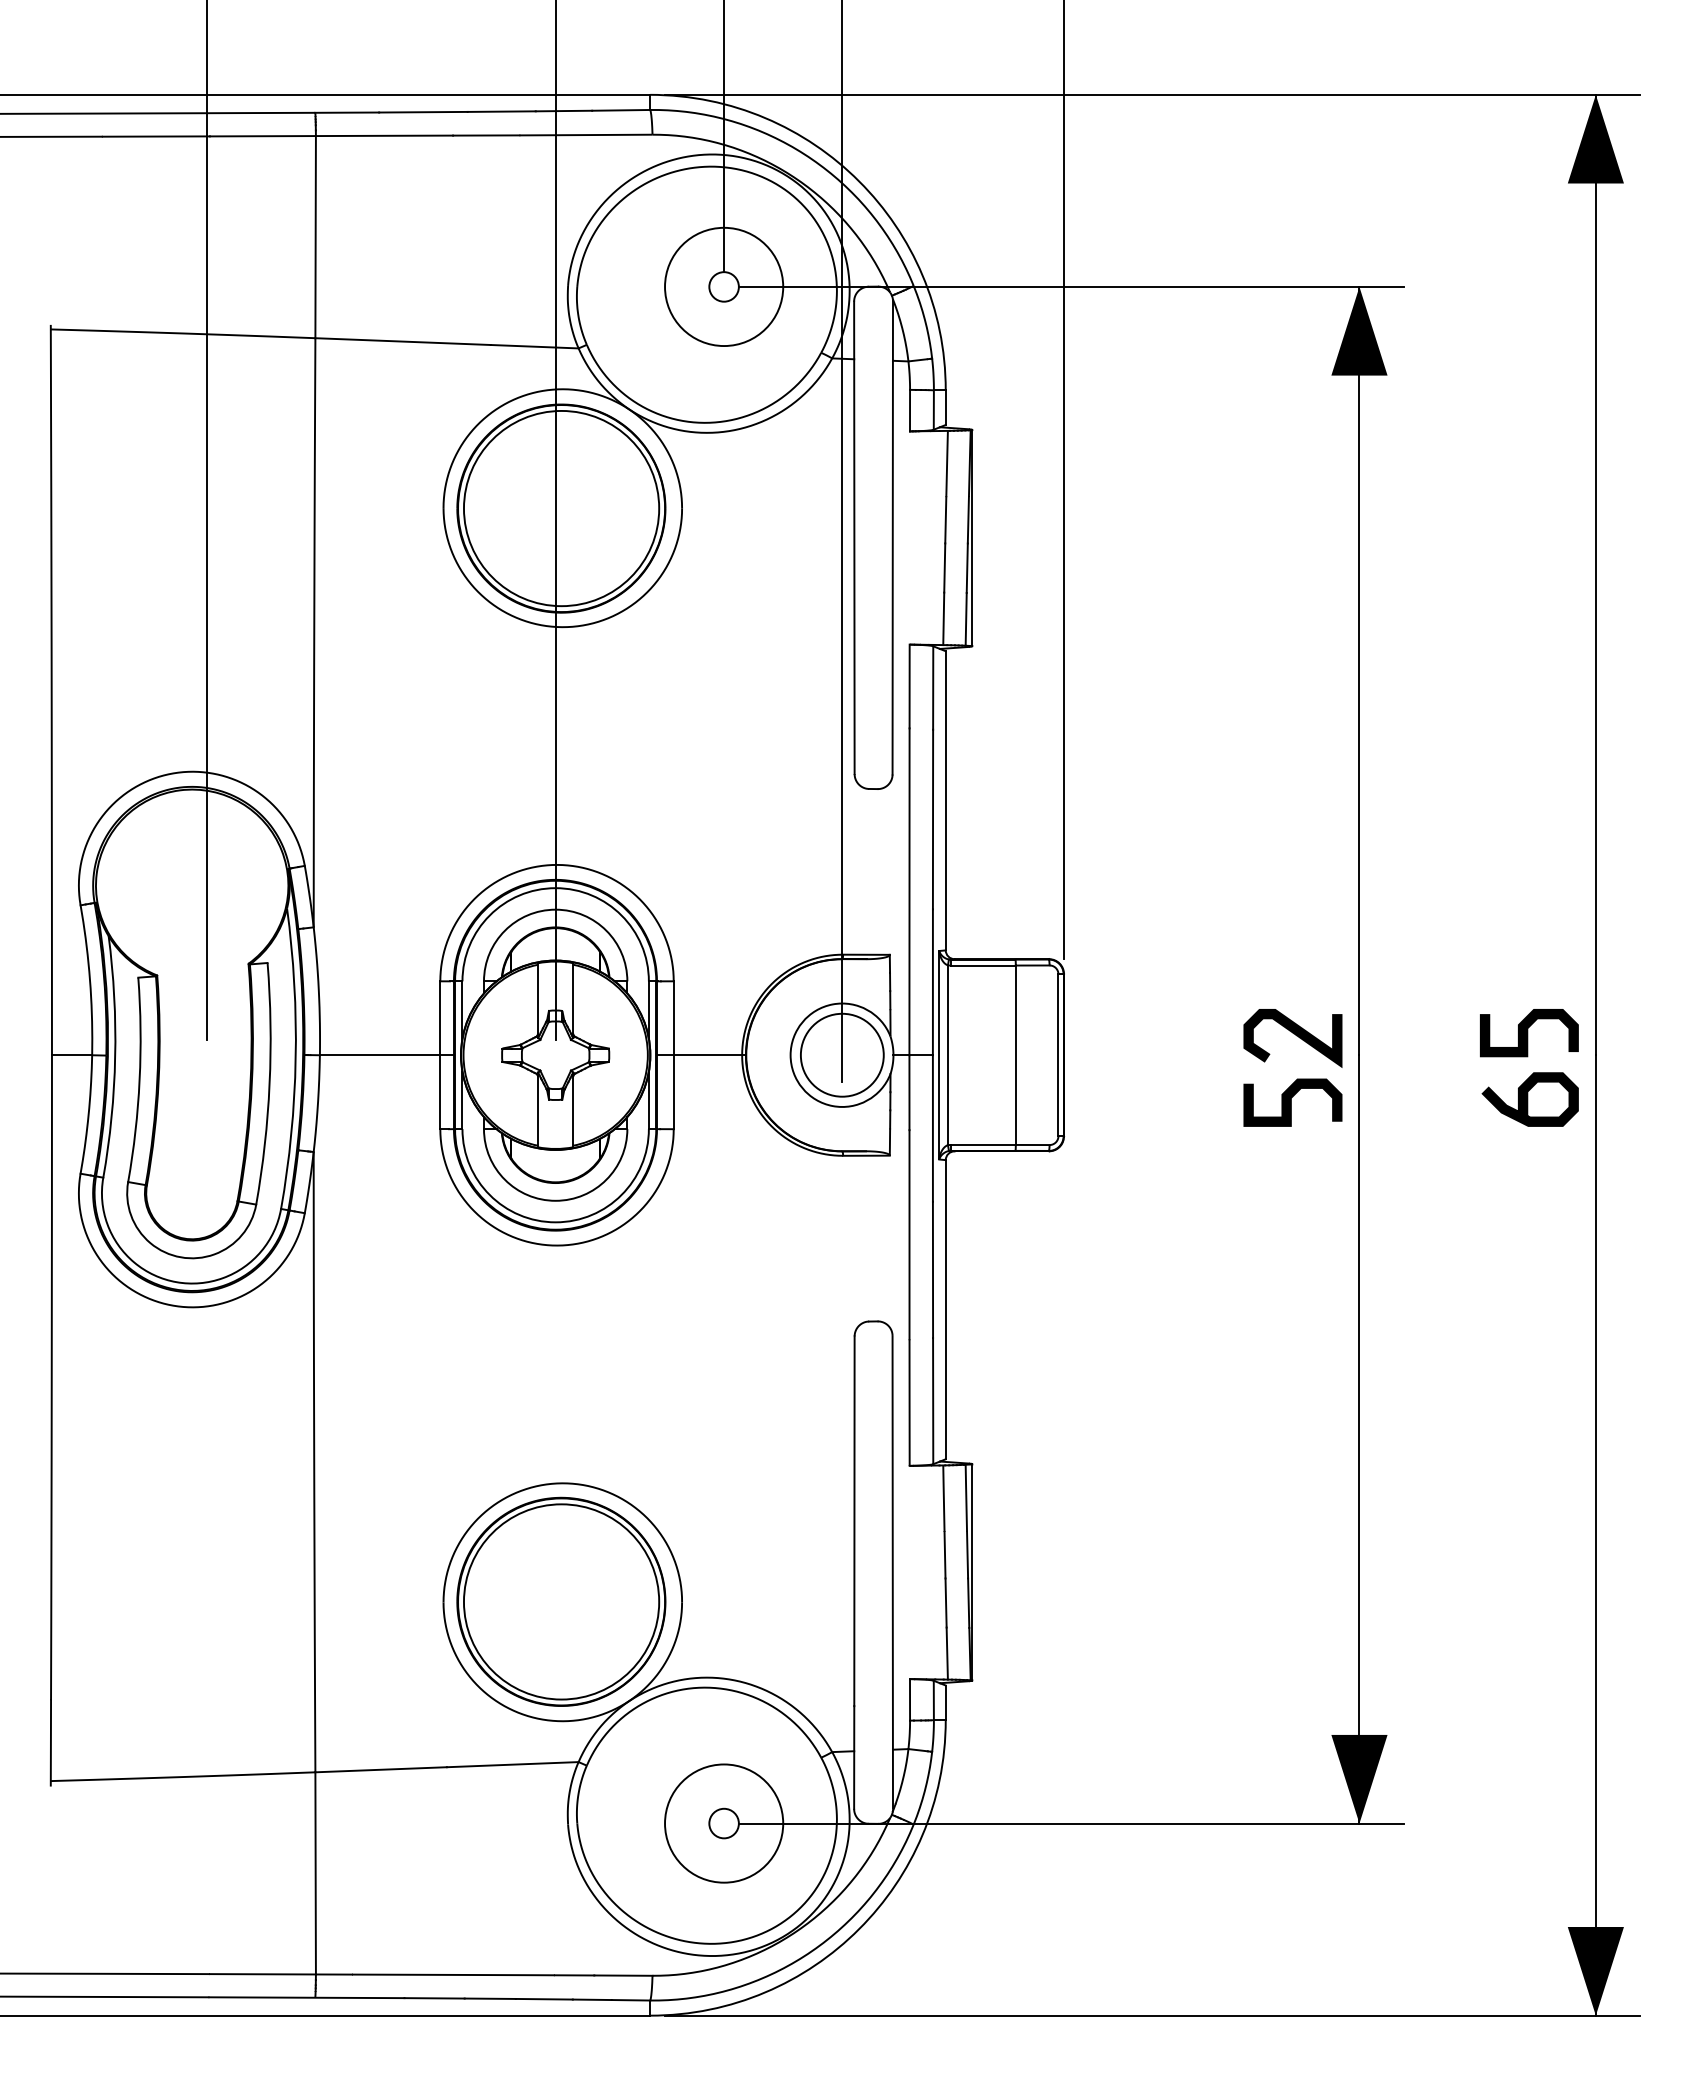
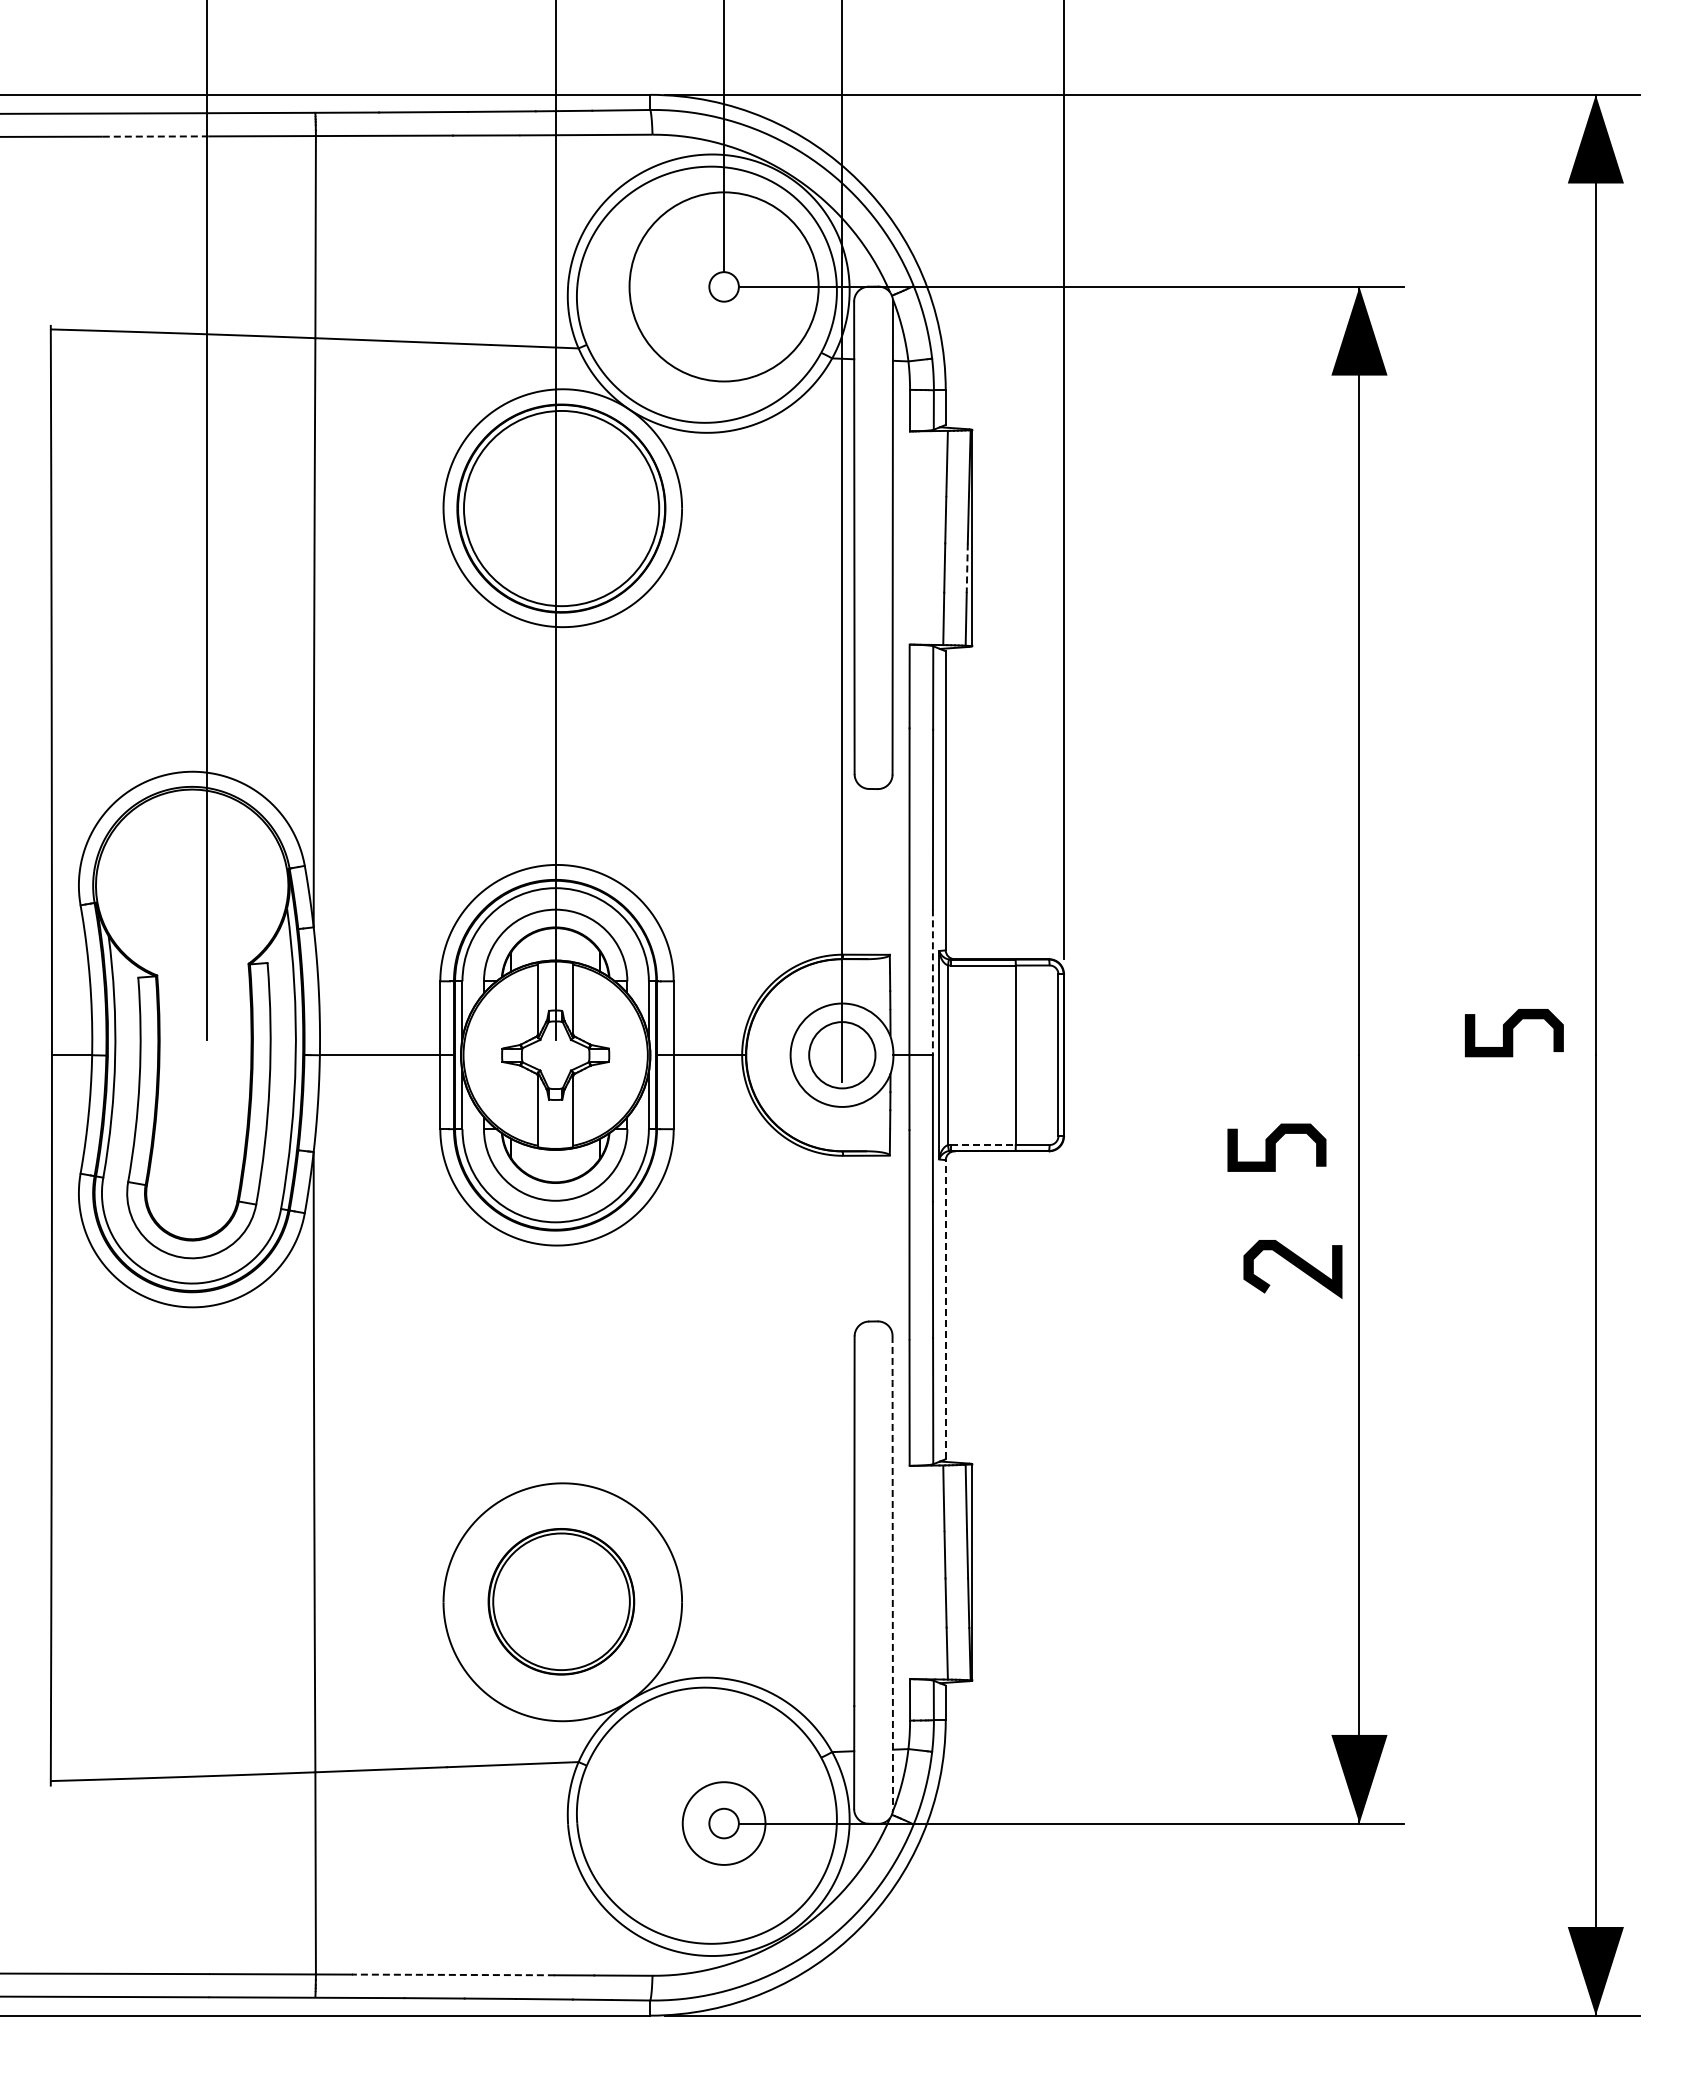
line at (156, 136): solid -> dashed
circle at (724, 286) diameter: 118 px -> 189 px
line at (967, 568): solid -> dashed
line at (932, 982): solid -> dashed
curve at (1528, 1033) position: (1528, 1033) -> (1513, 1033)
curve at (1293, 1034) position: (1293, 1034) -> (1293, 1265)
circle at (841, 1054) diameter: 83 px -> 66 px
curve at (1528, 1099): present -> none
curve at (1291, 1102) position: (1291, 1102) -> (1275, 1147)
line at (983, 1144): solid -> dashed
line at (945, 1309): solid -> dashed
line at (892, 1572): solid -> dashed
part at (561, 1601) size: 211x211 px -> 149x148 px
circle at (724, 1823) diameter: 118 px -> 83 px
line at (453, 1974): solid -> dashed
